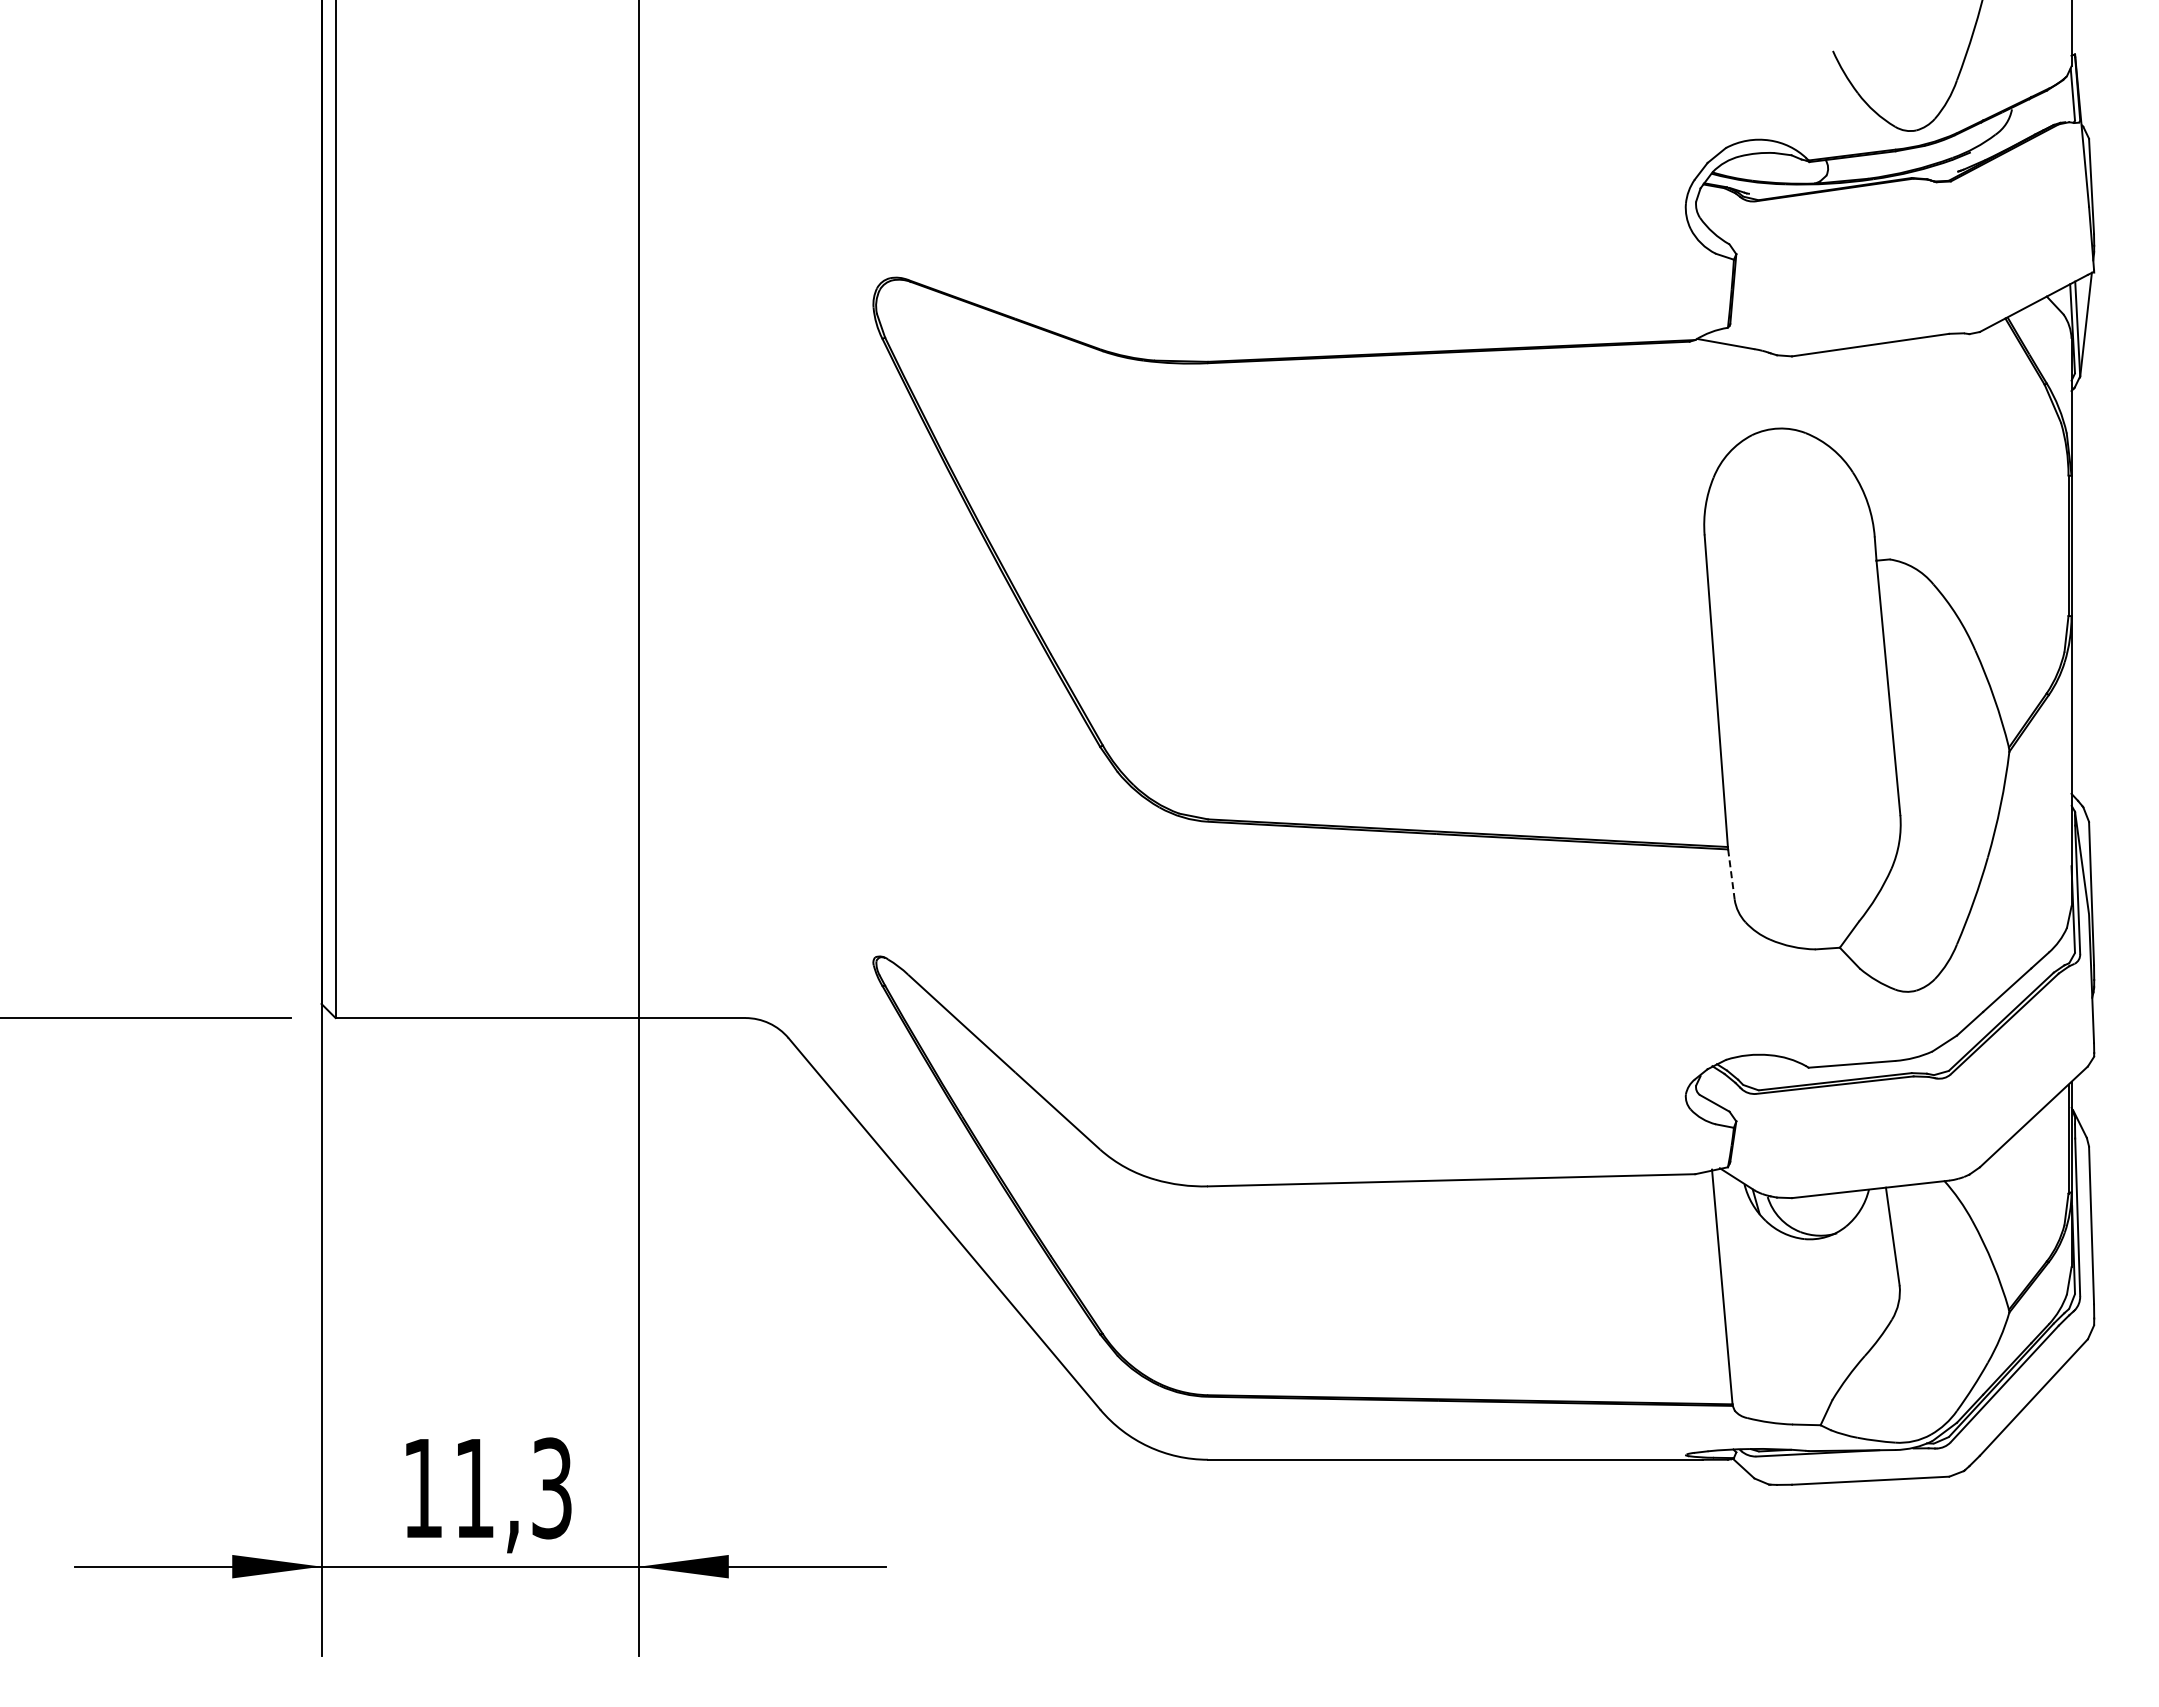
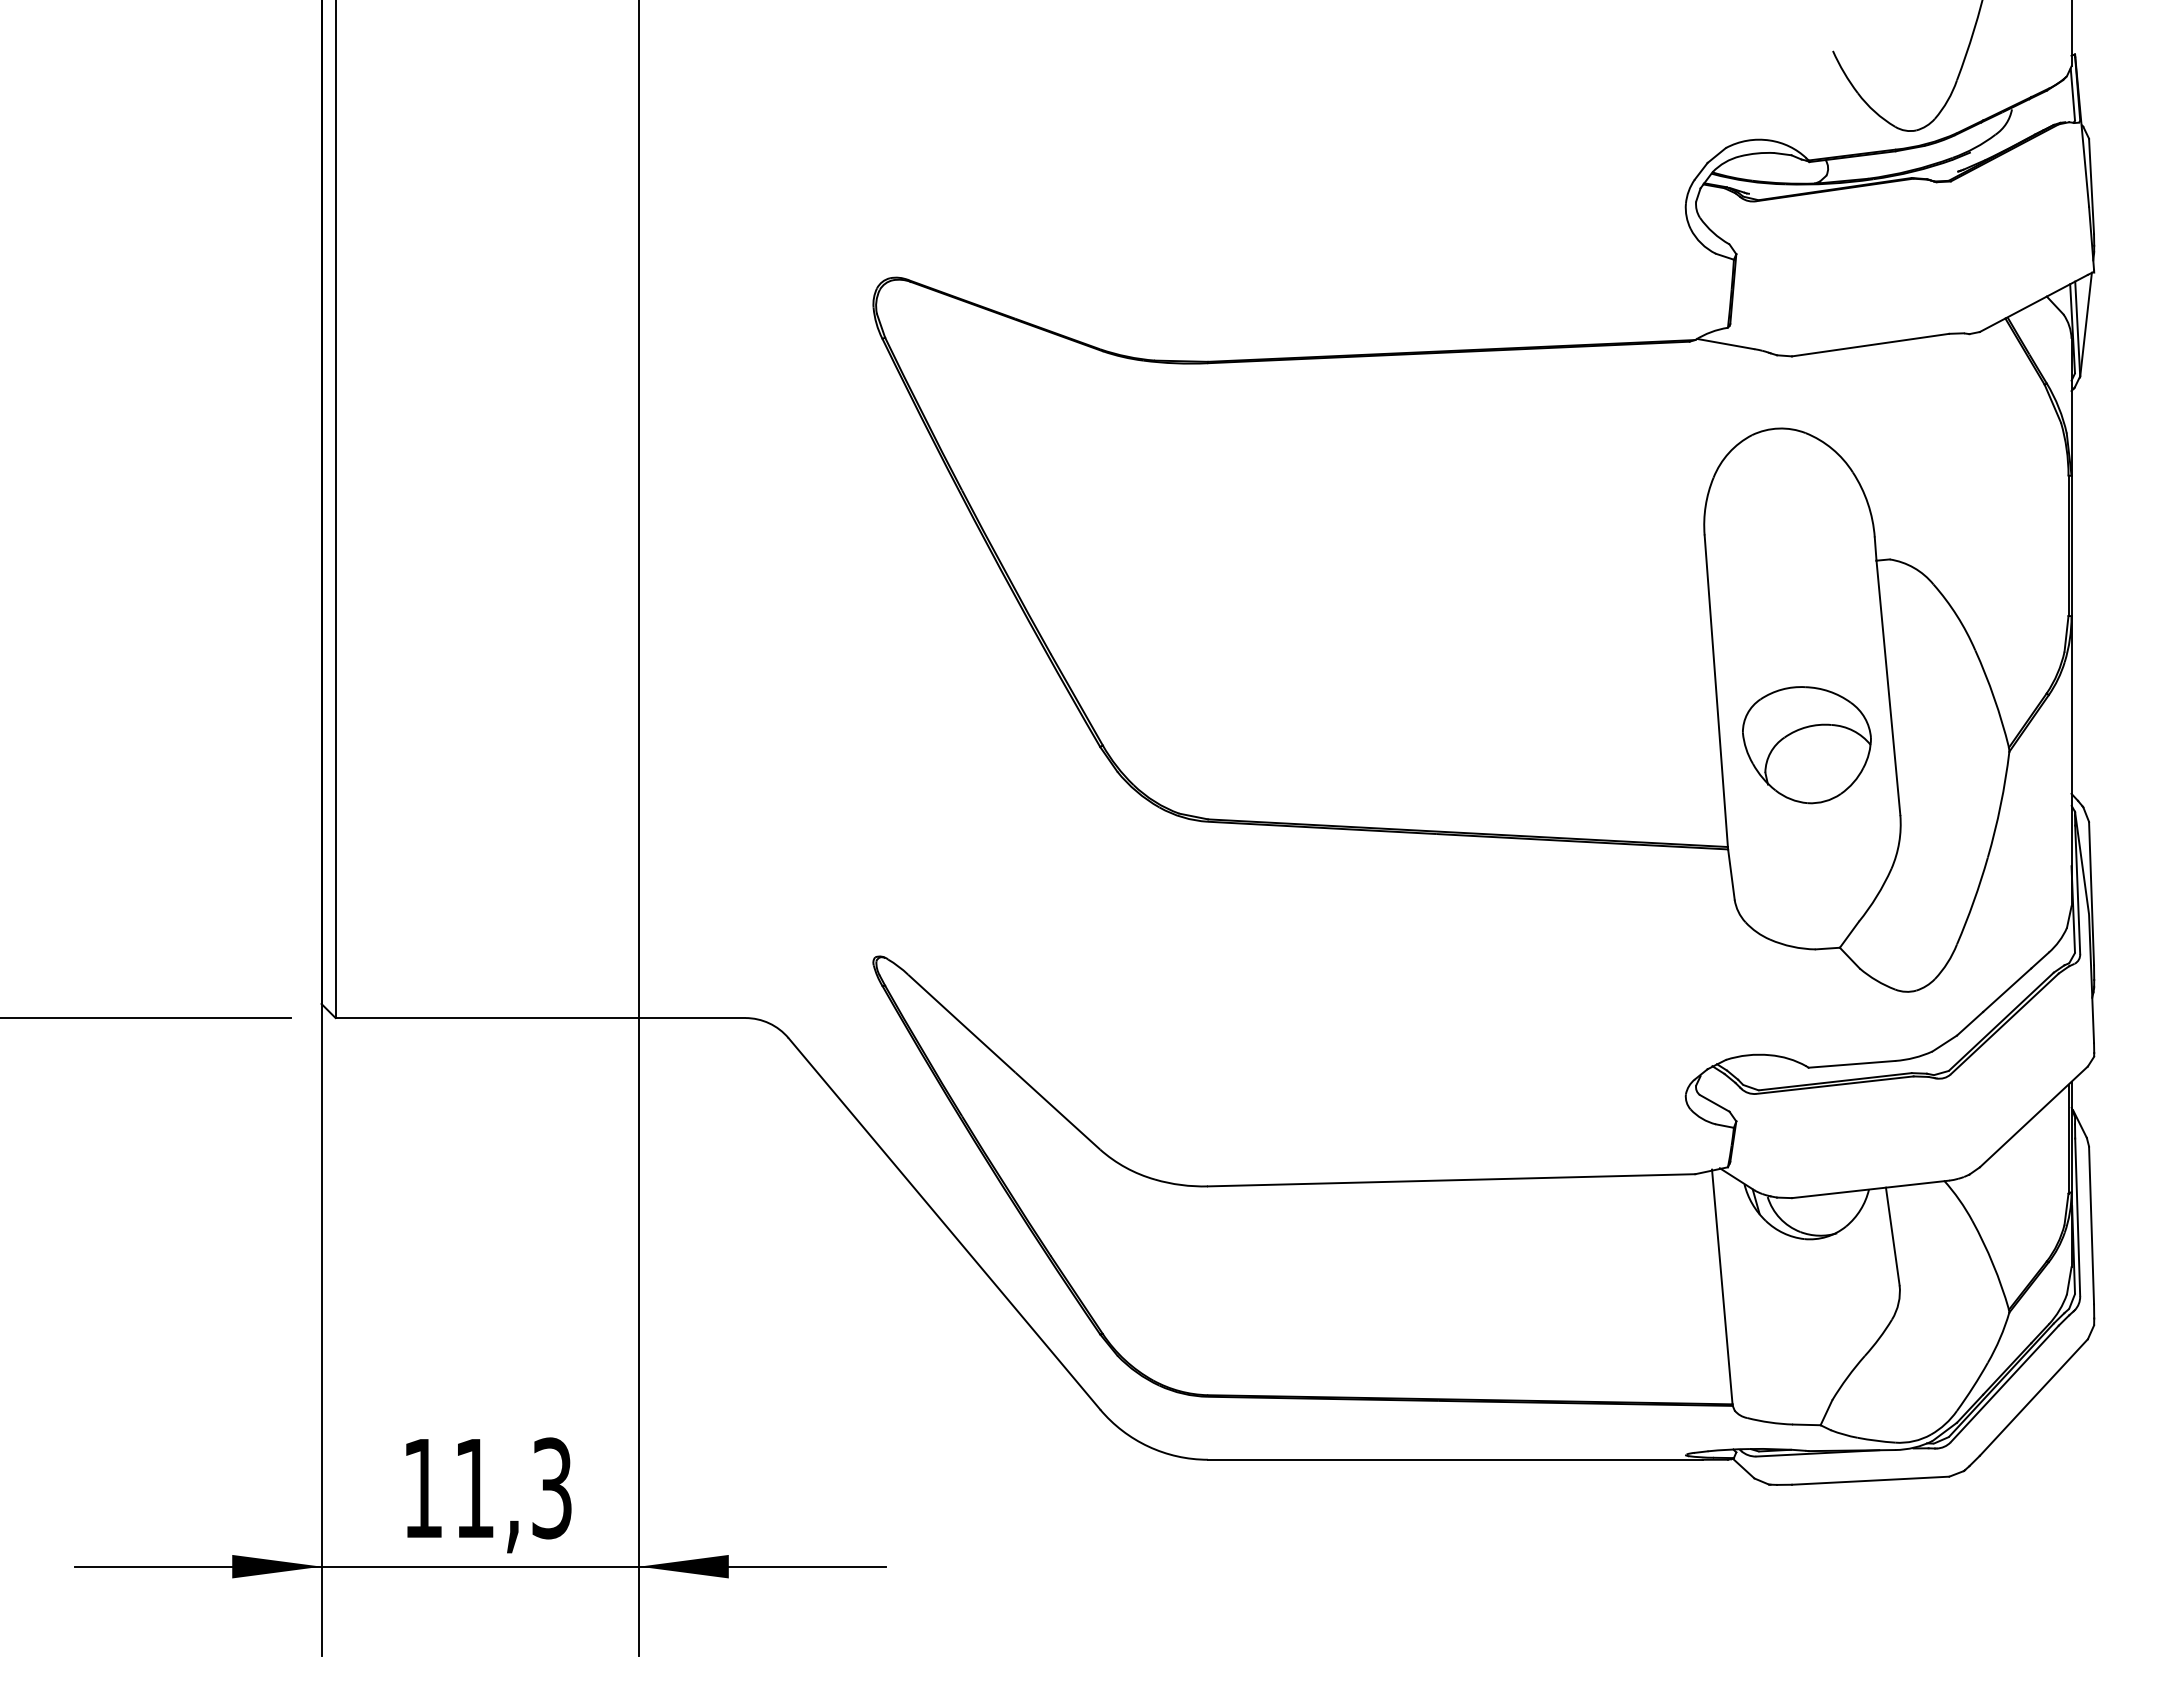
part at (1806, 745): none -> present
line at (1731, 875): dashed -> solid
